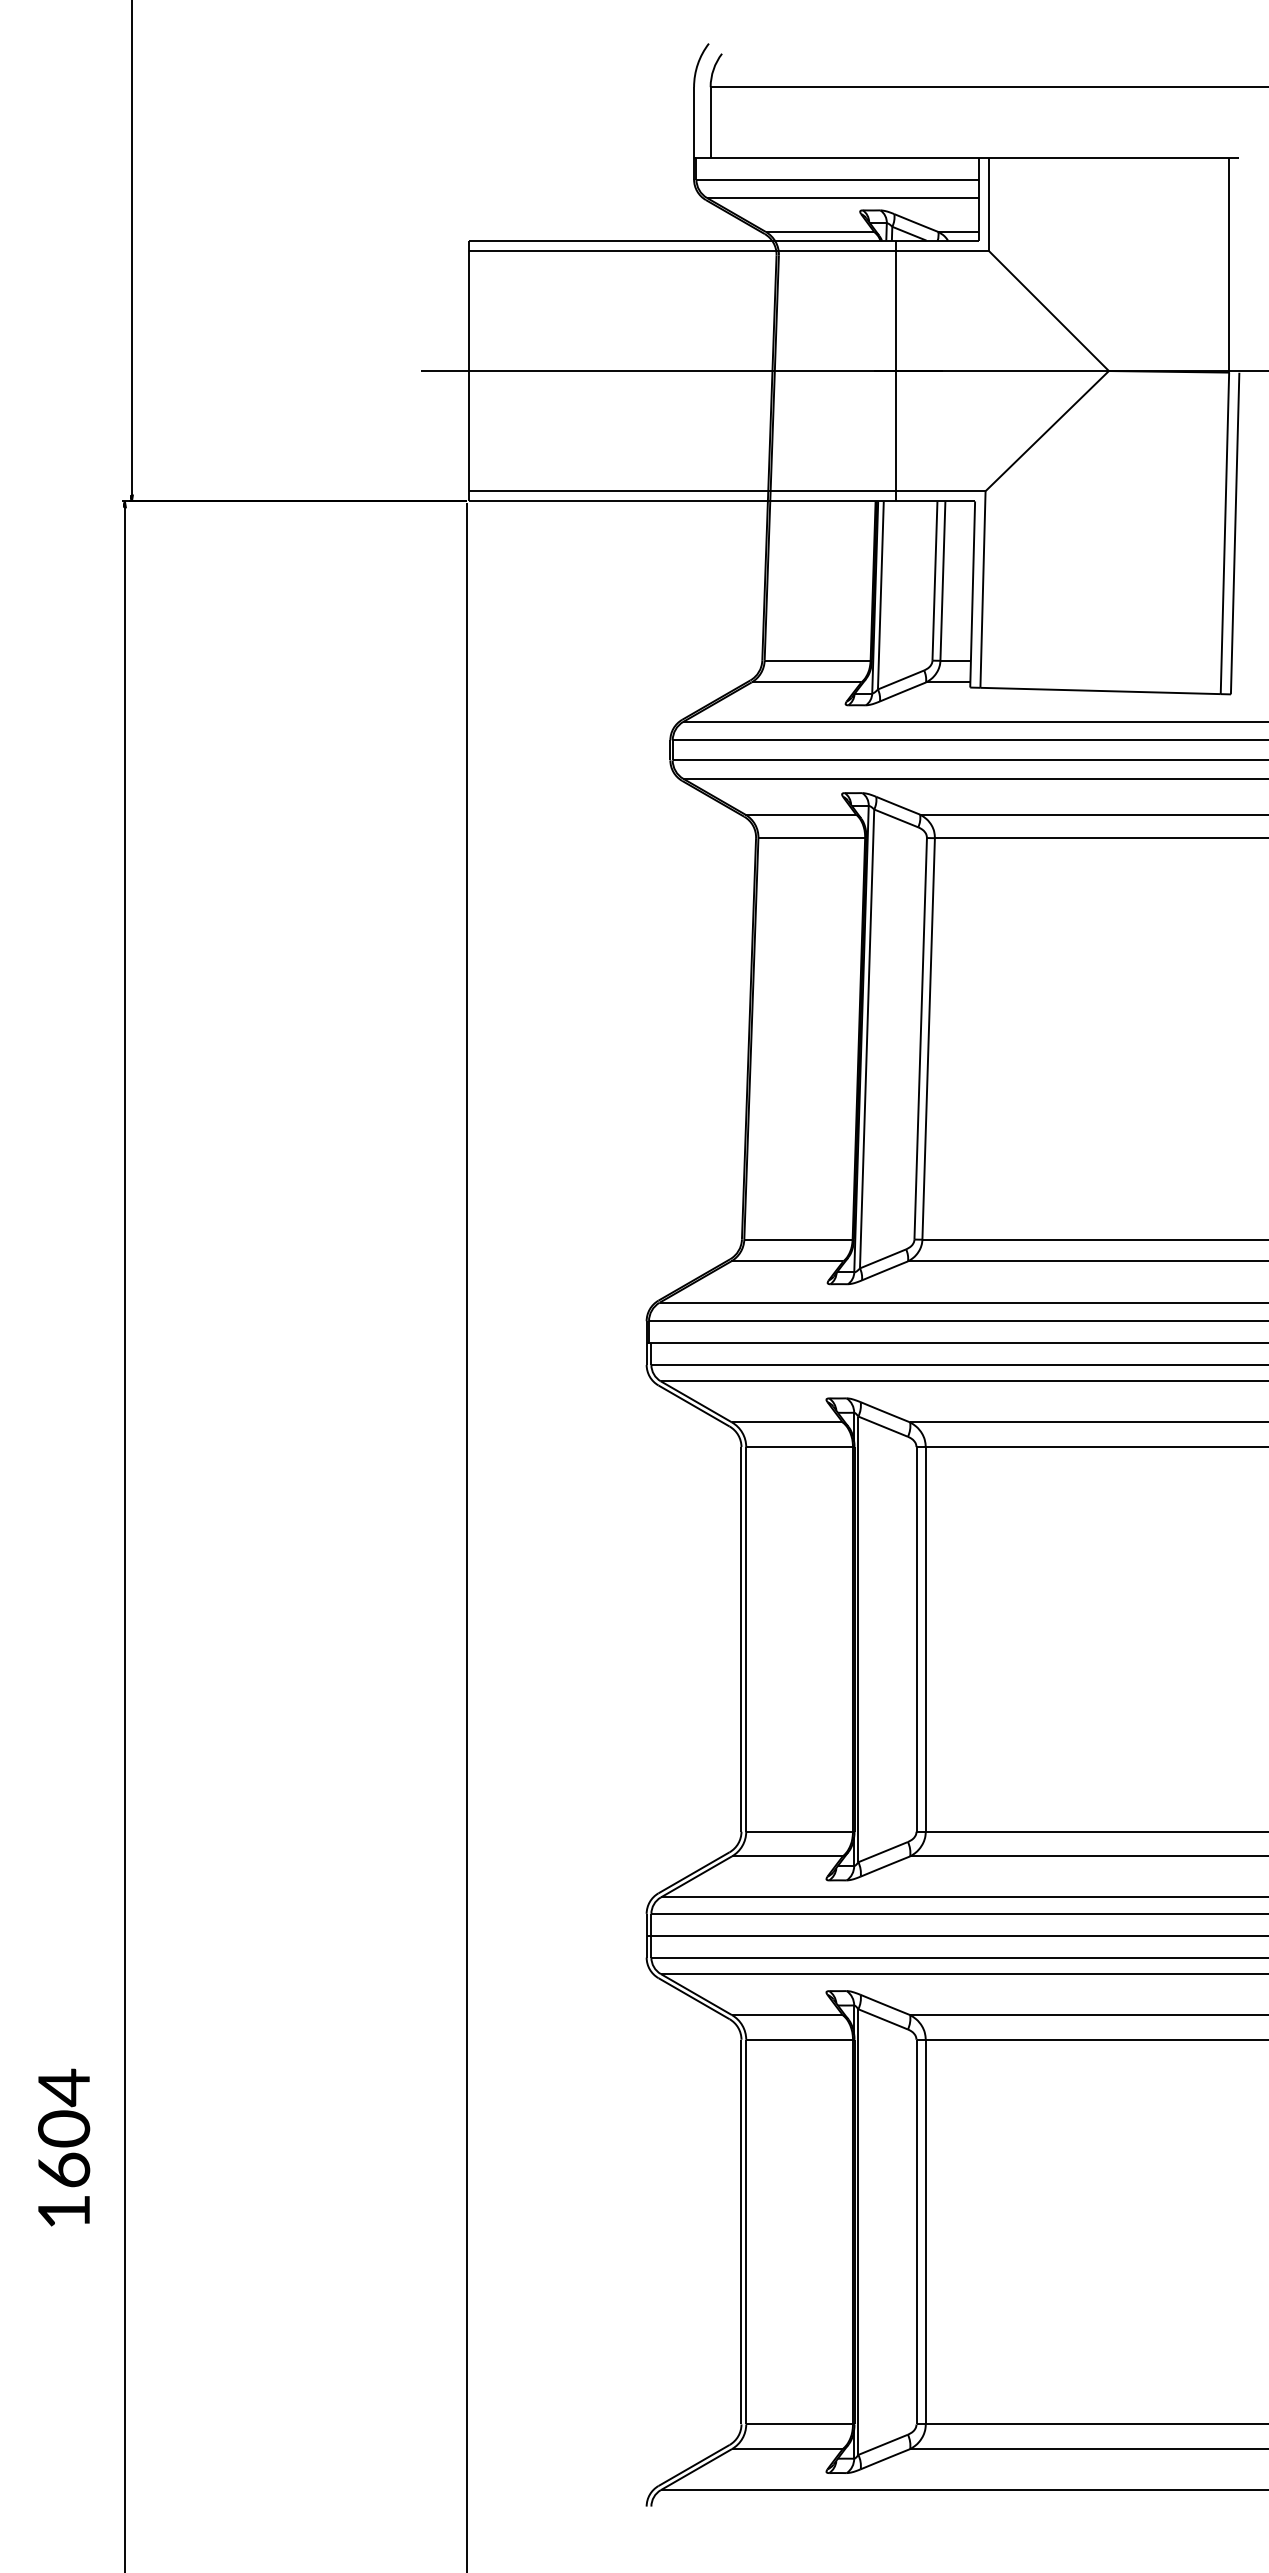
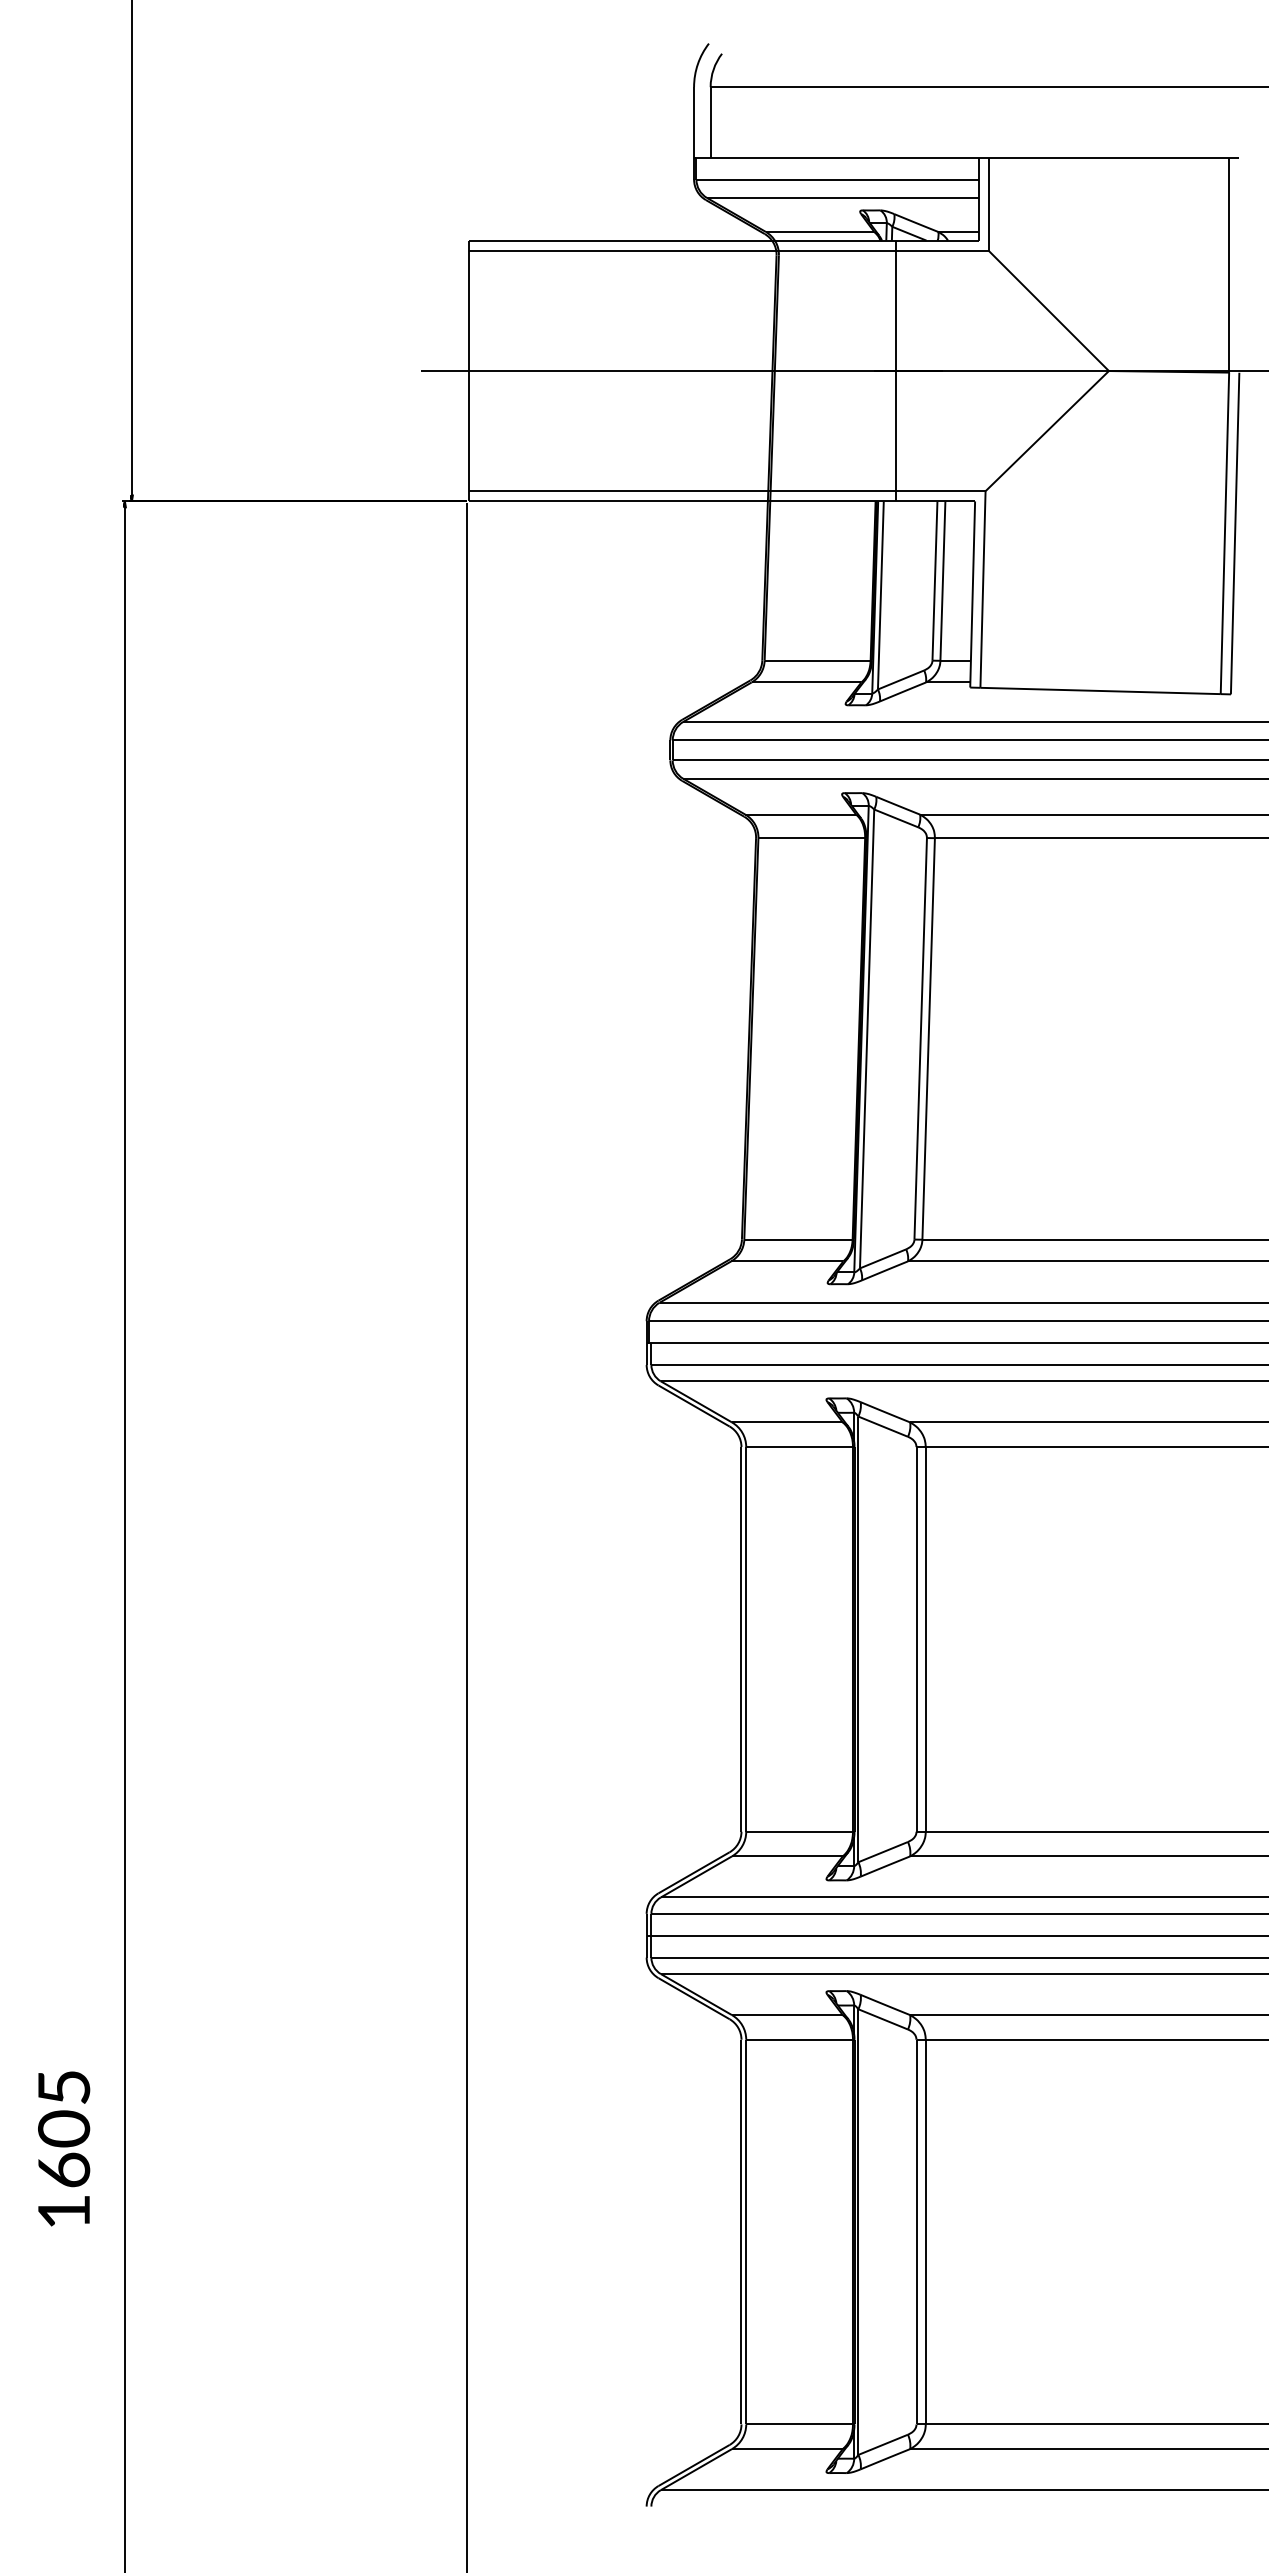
text at (64, 2087): 1604 -> 1605
